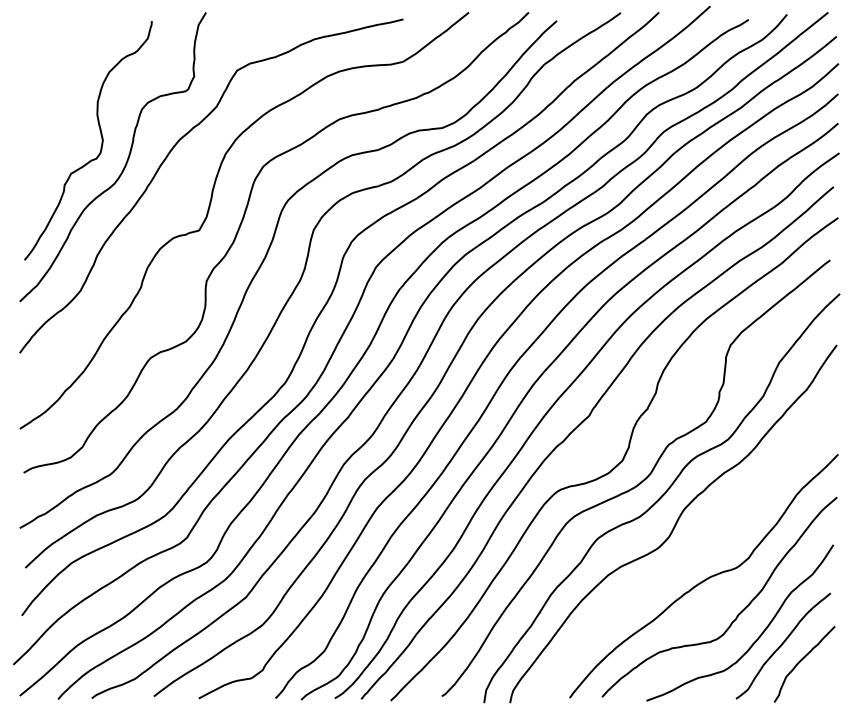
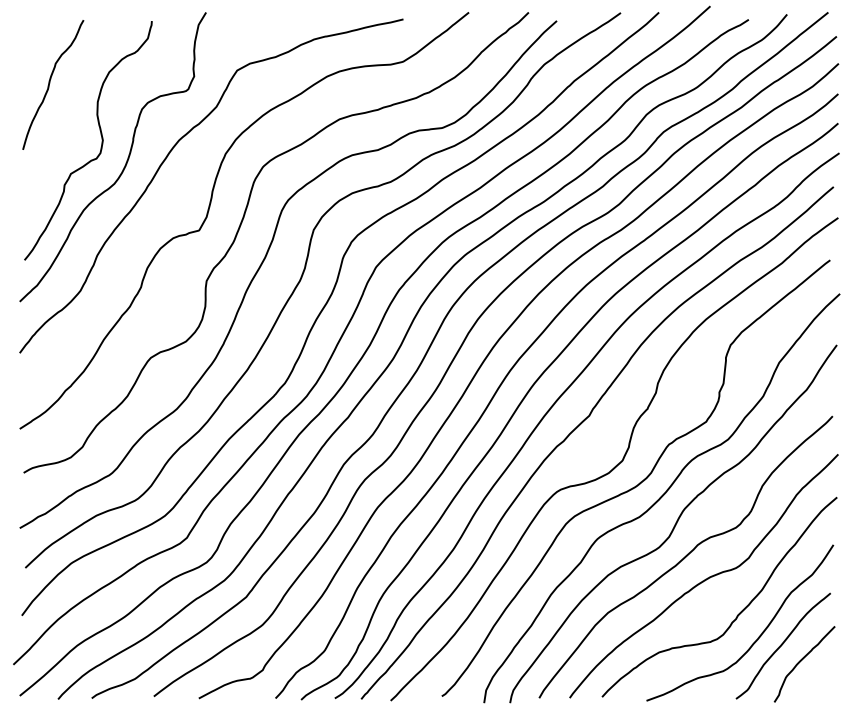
curve at (50, 83): none -> present
curve at (685, 556): none -> present
